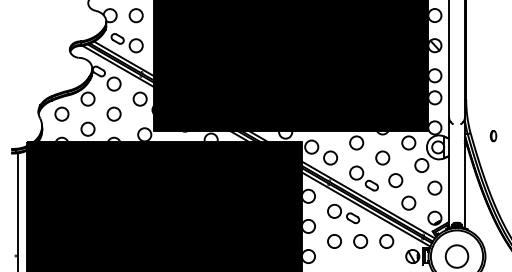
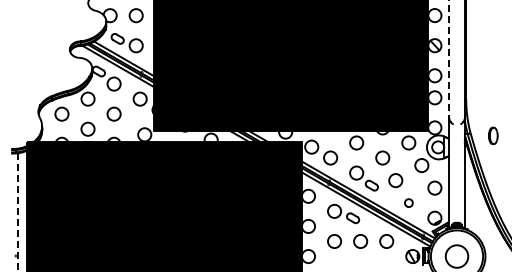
line at (449, 59): solid -> dashed
part at (493, 136) size: 8x13 px -> 11x19 px
circle at (408, 202) size: 16x16 px -> 10x10 px
line at (18, 213): solid -> dashed
